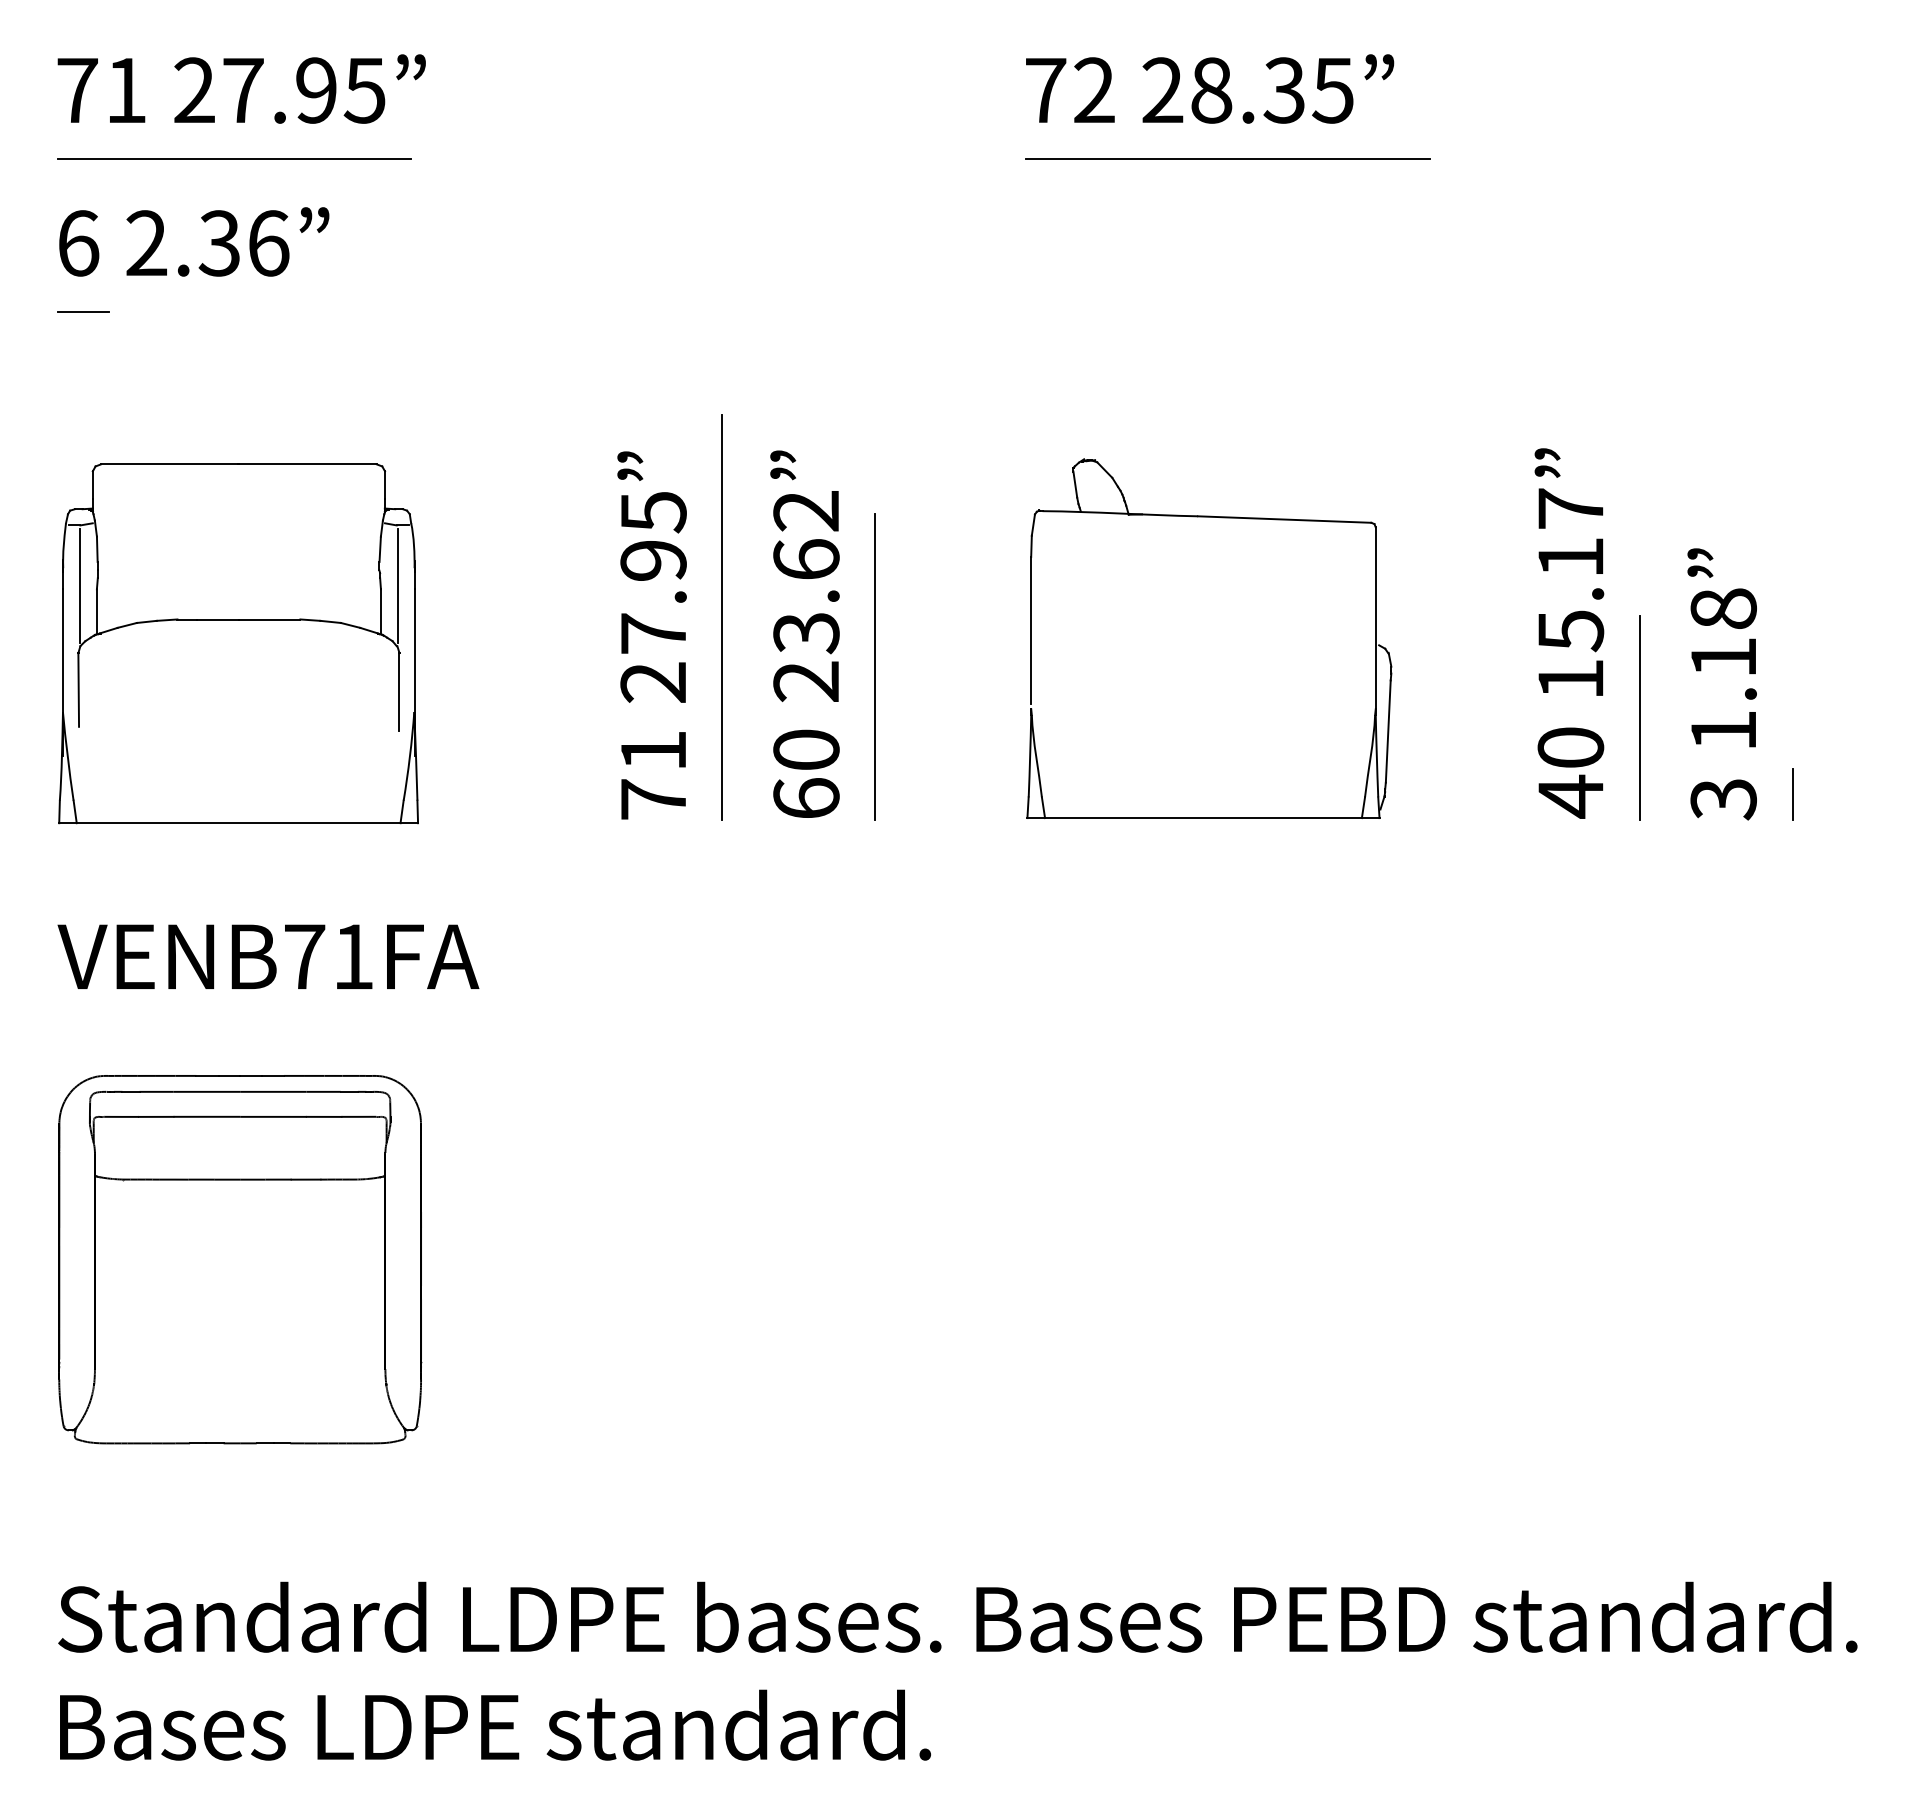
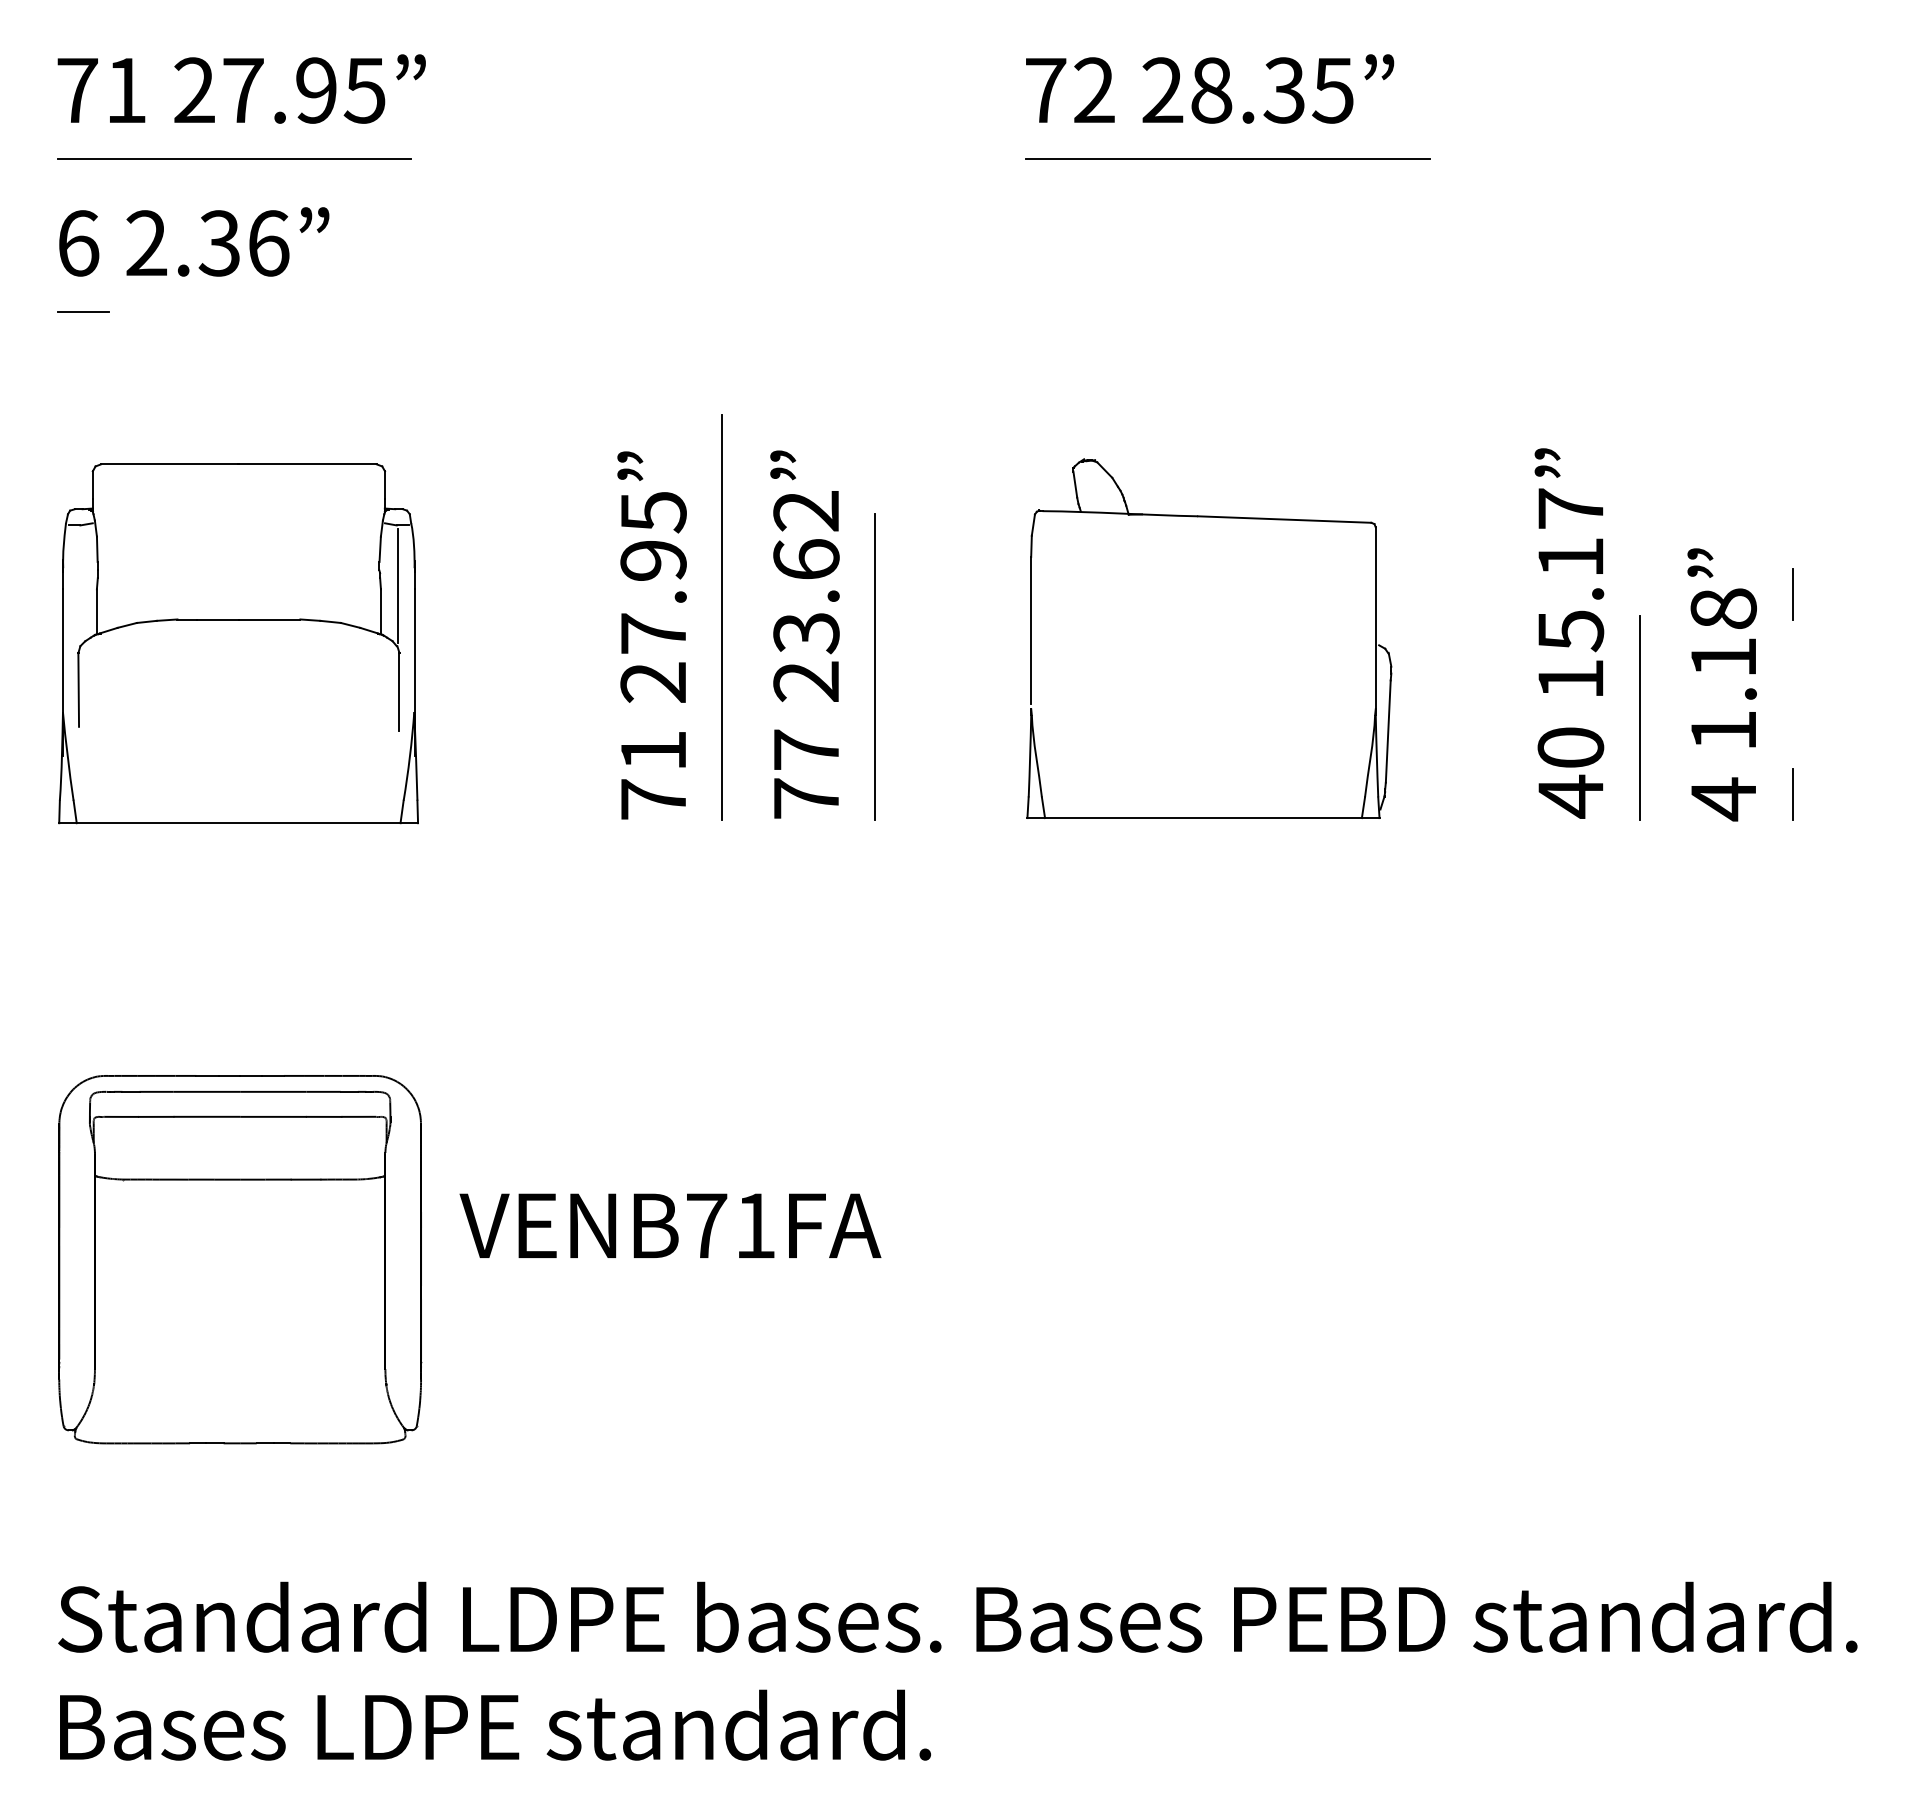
line at (79, 585): present -> none
line at (1792, 594): none -> present
text at (806, 773): 60 -> 77
text at (1723, 799): 3 -> 4
text at (268, 956) position: (268, 956) -> (670, 1225)
